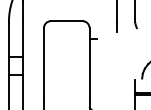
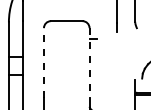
line at (43, 62): solid -> dashed
line at (89, 62): solid -> dashed
